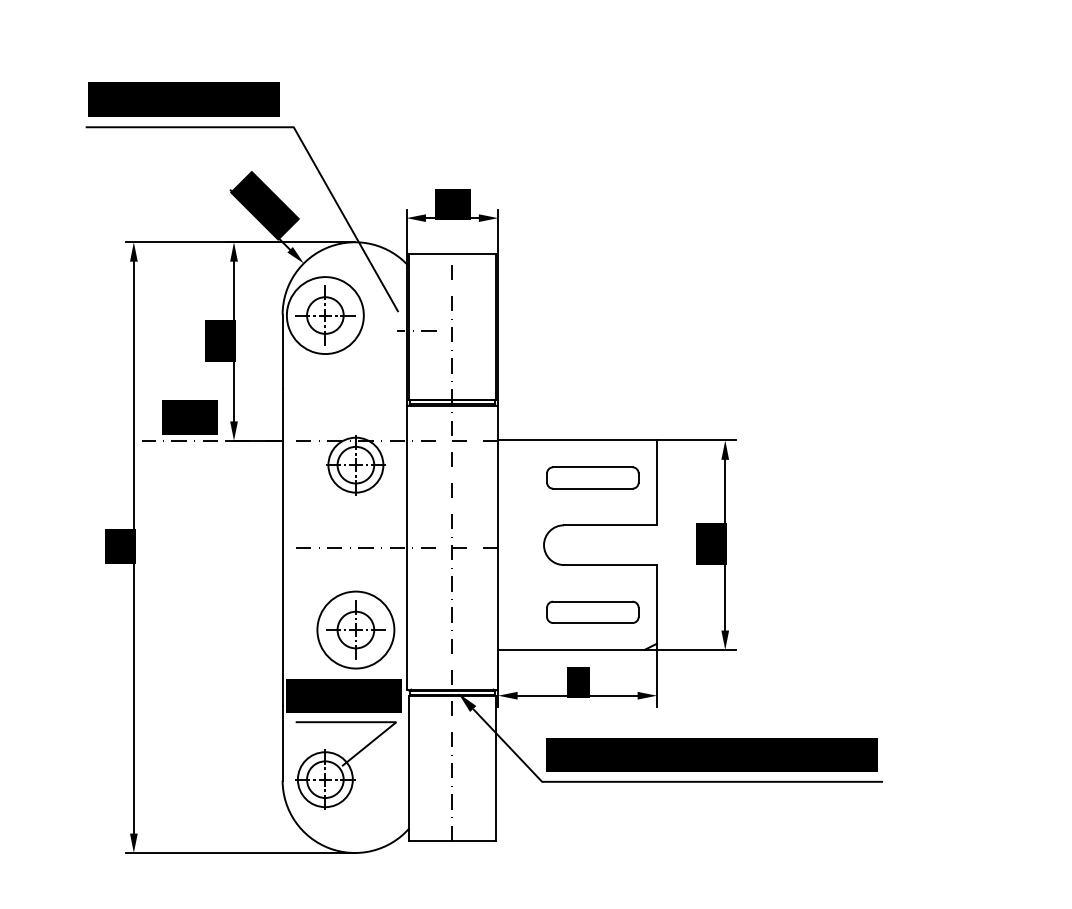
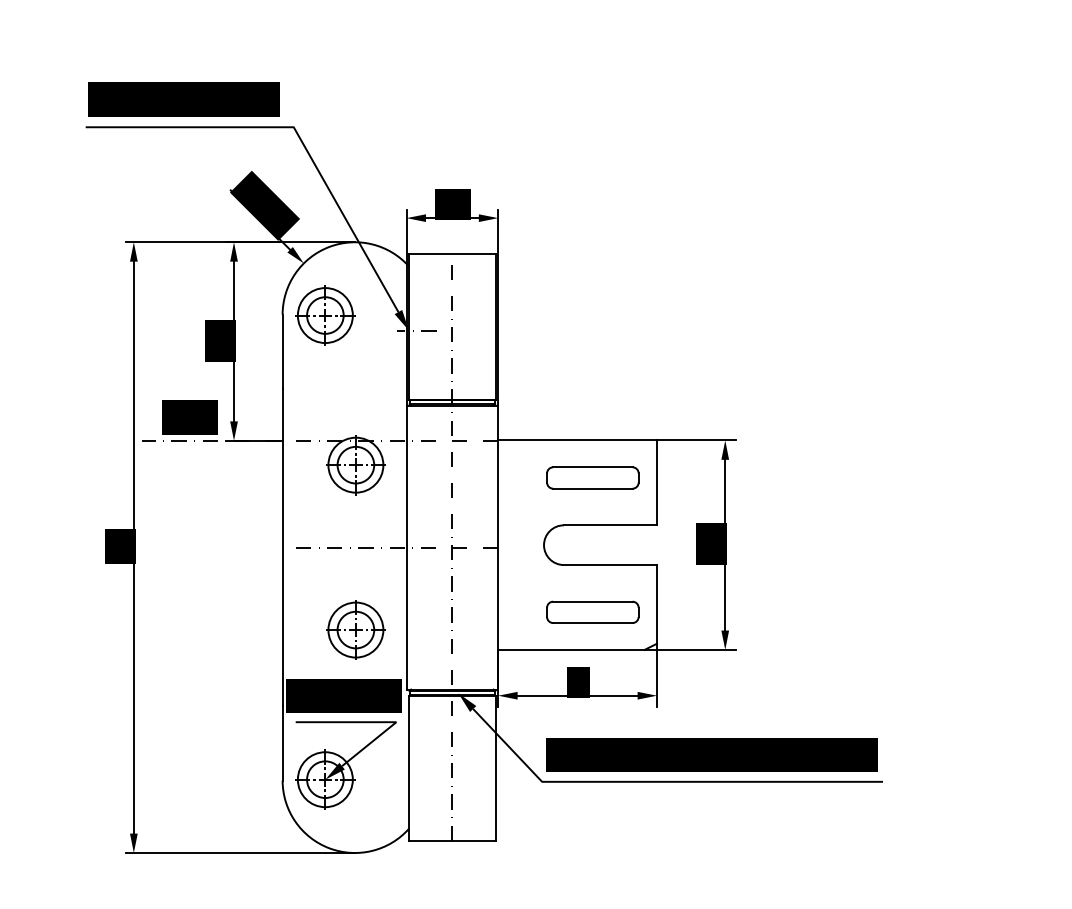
circle at (324, 315) diameter: 77 px -> 55 px
fill at (401, 319): none -> present
circle at (355, 629) diameter: 77 px -> 55 px
fill at (334, 770): none -> present
